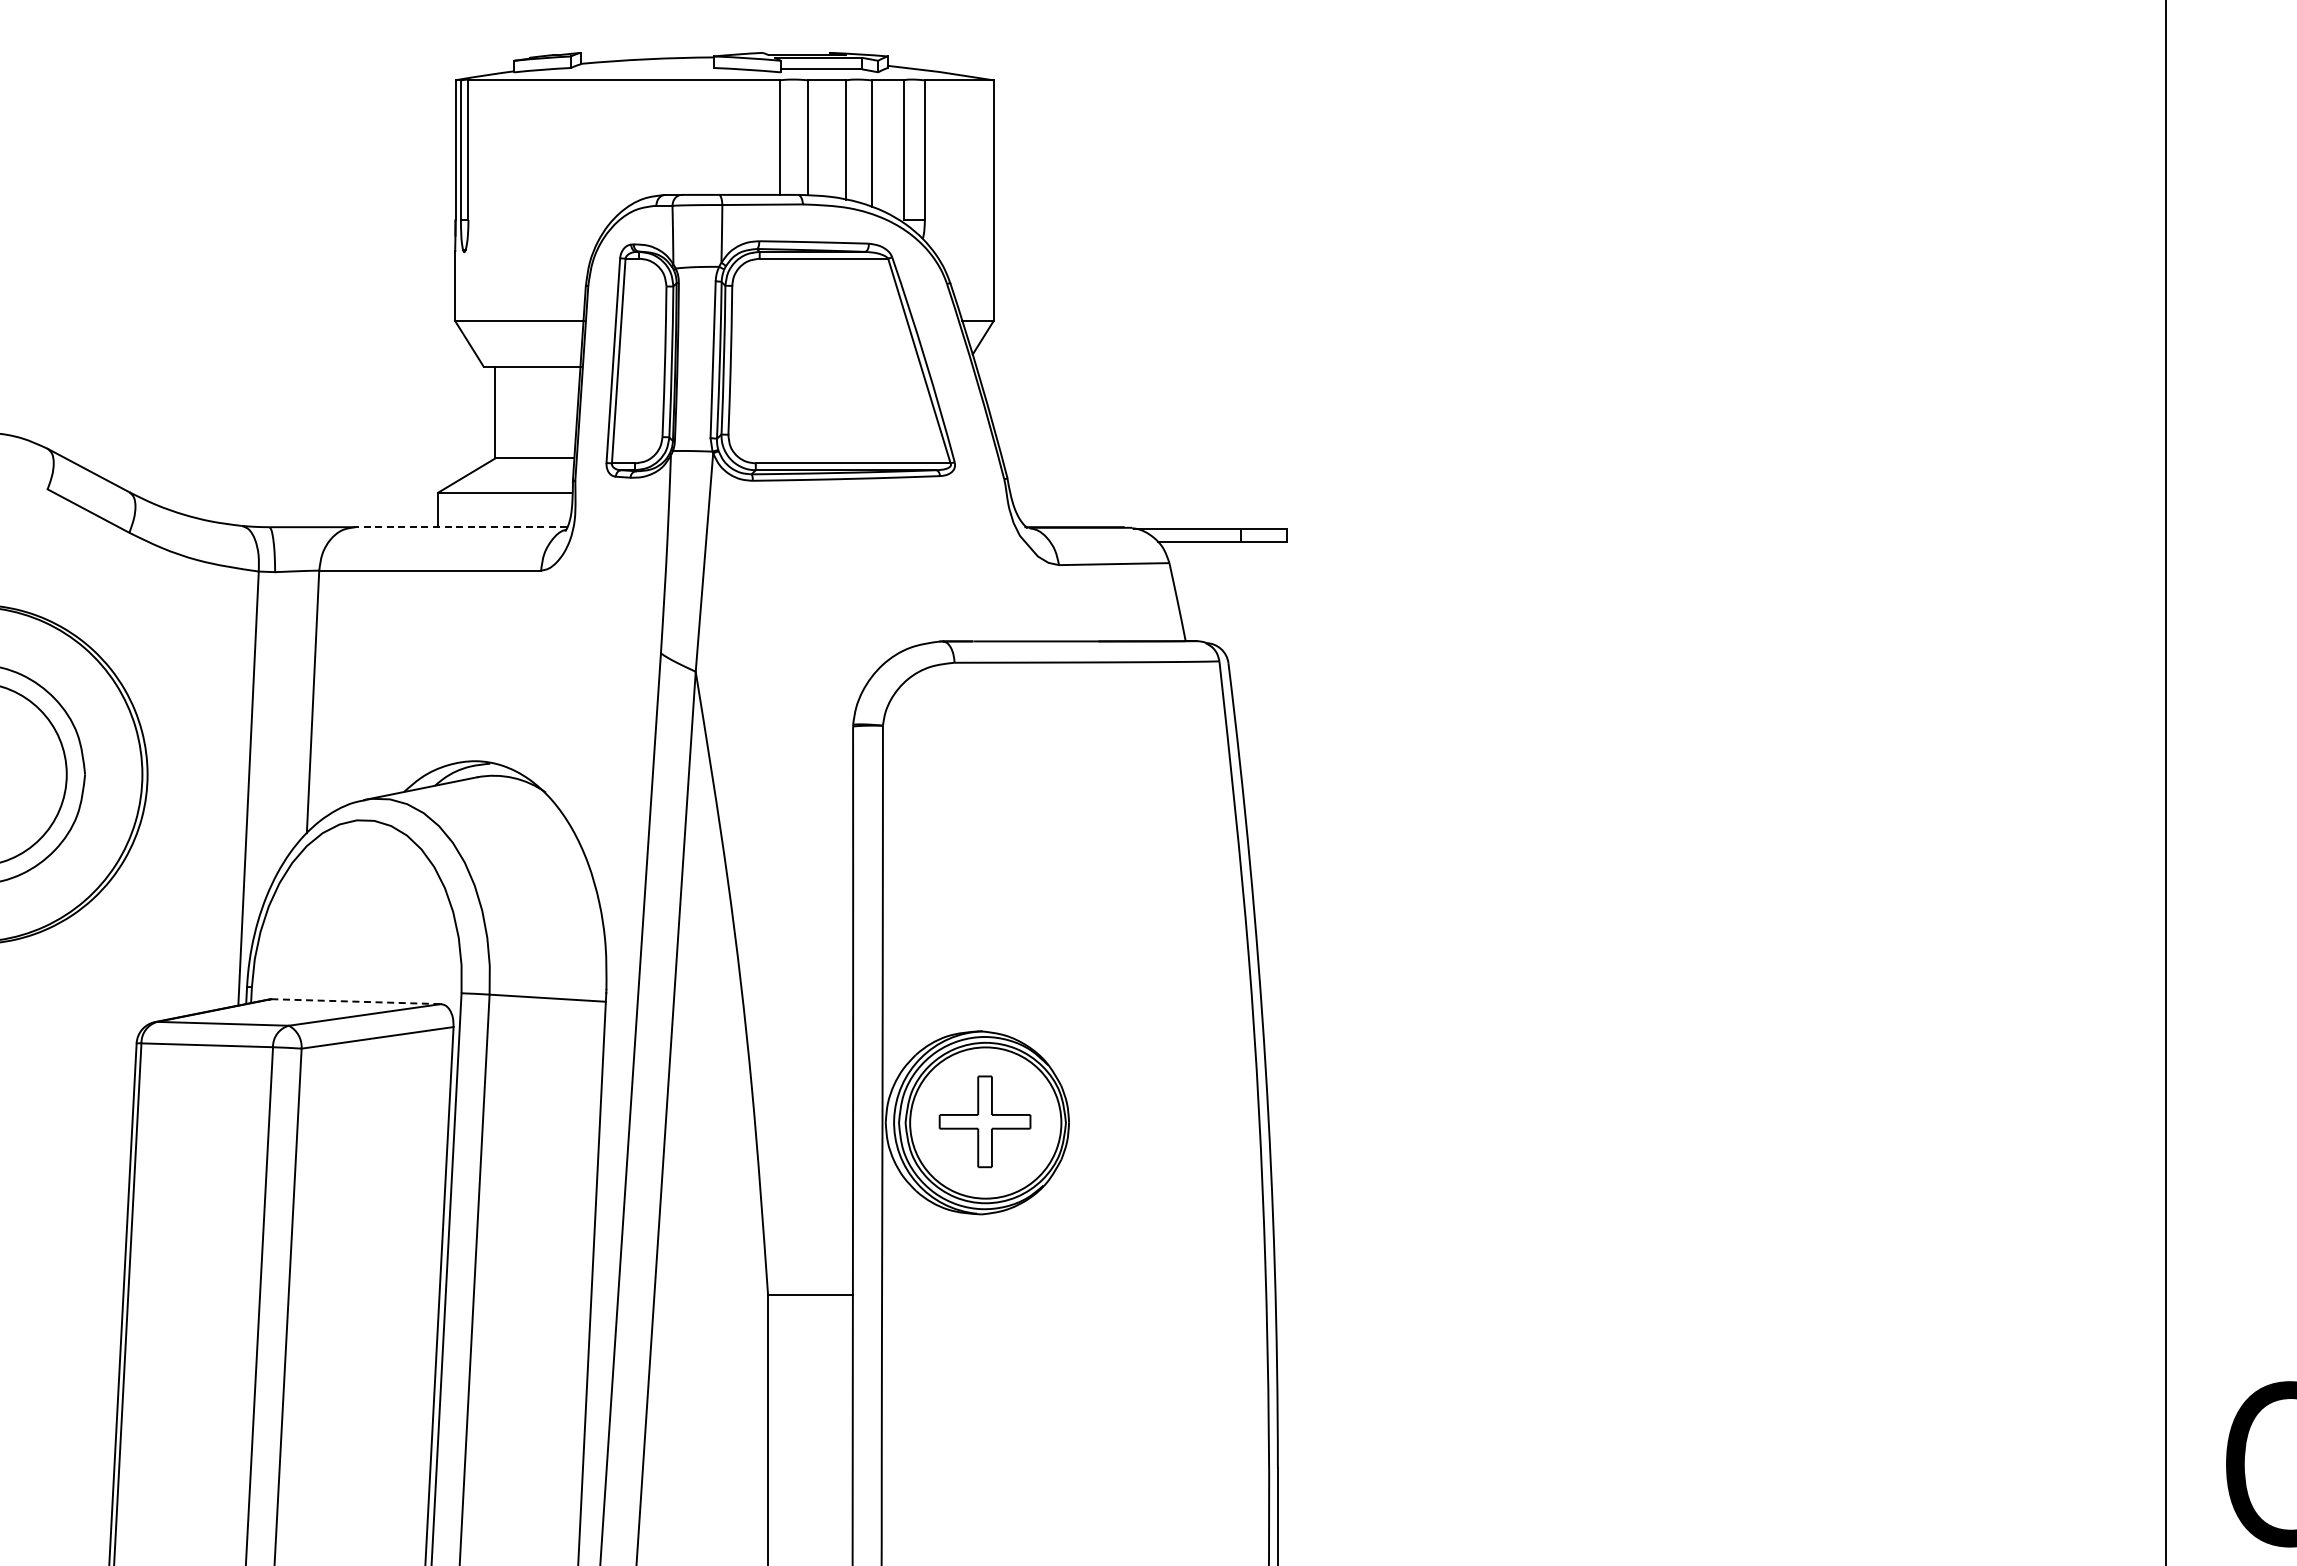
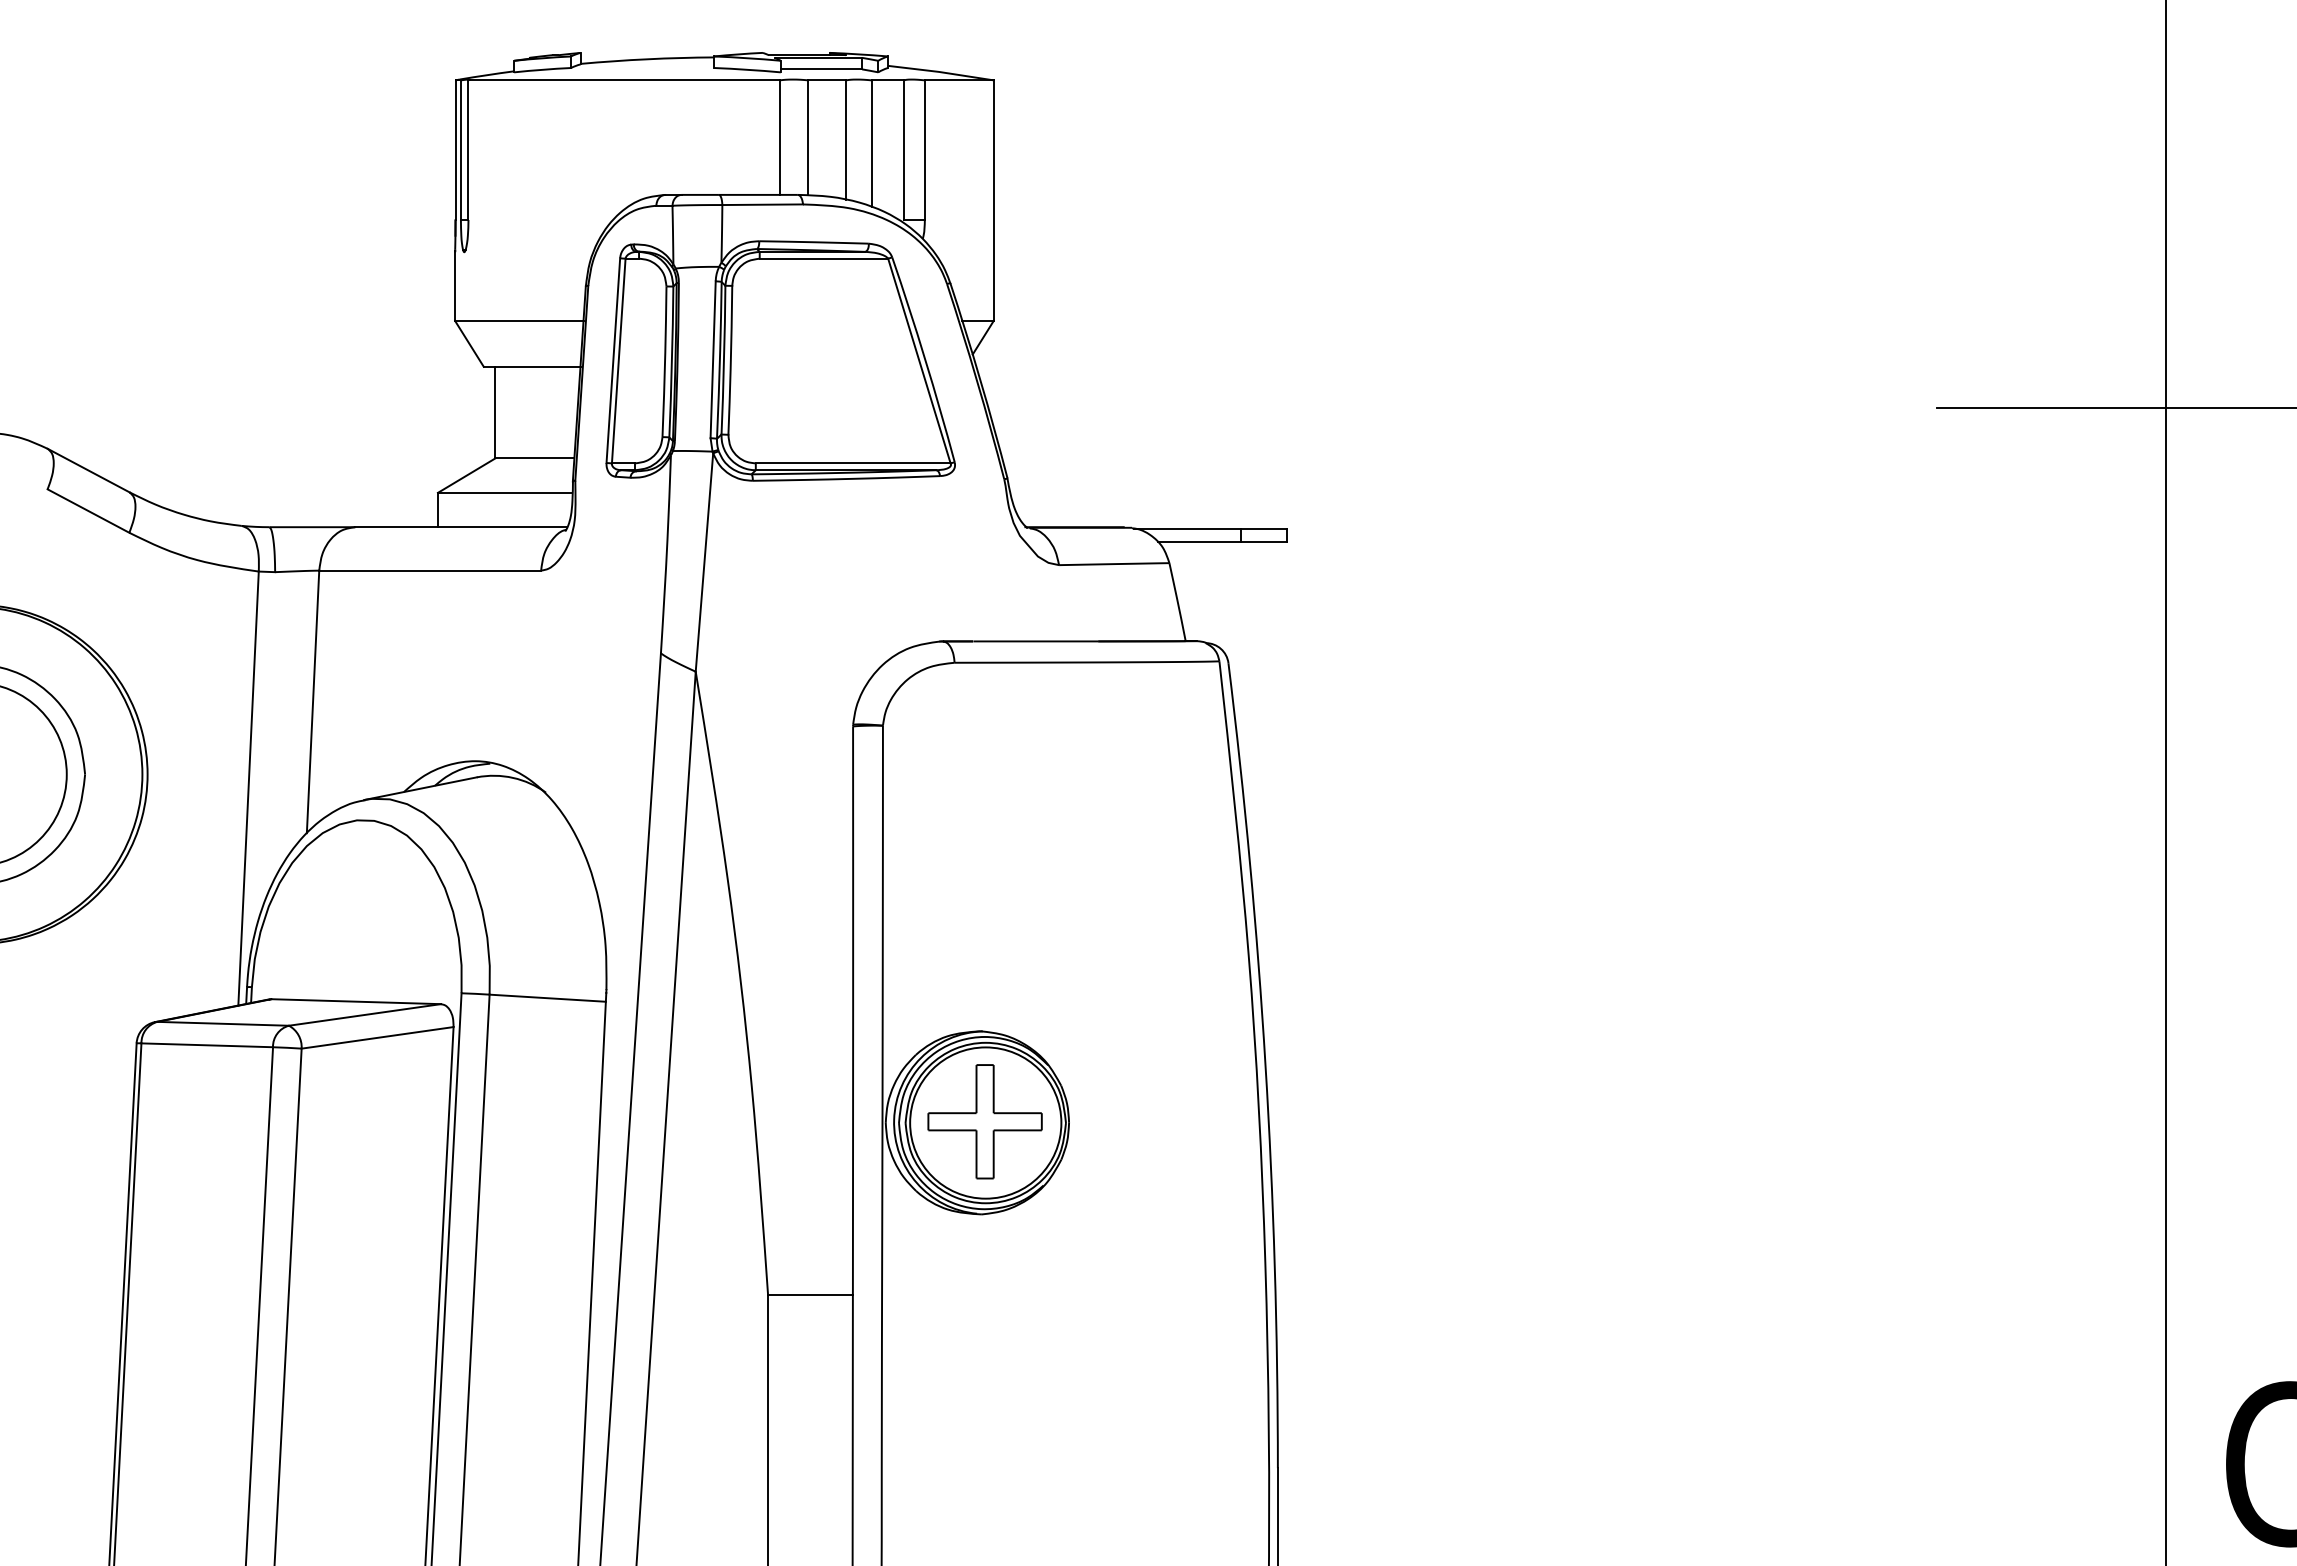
line at (2114, 407): none -> present
line at (460, 527): dashed -> solid
line at (356, 1001): dashed -> solid
part at (984, 1121) size: 94x94 px -> 116x116 px
